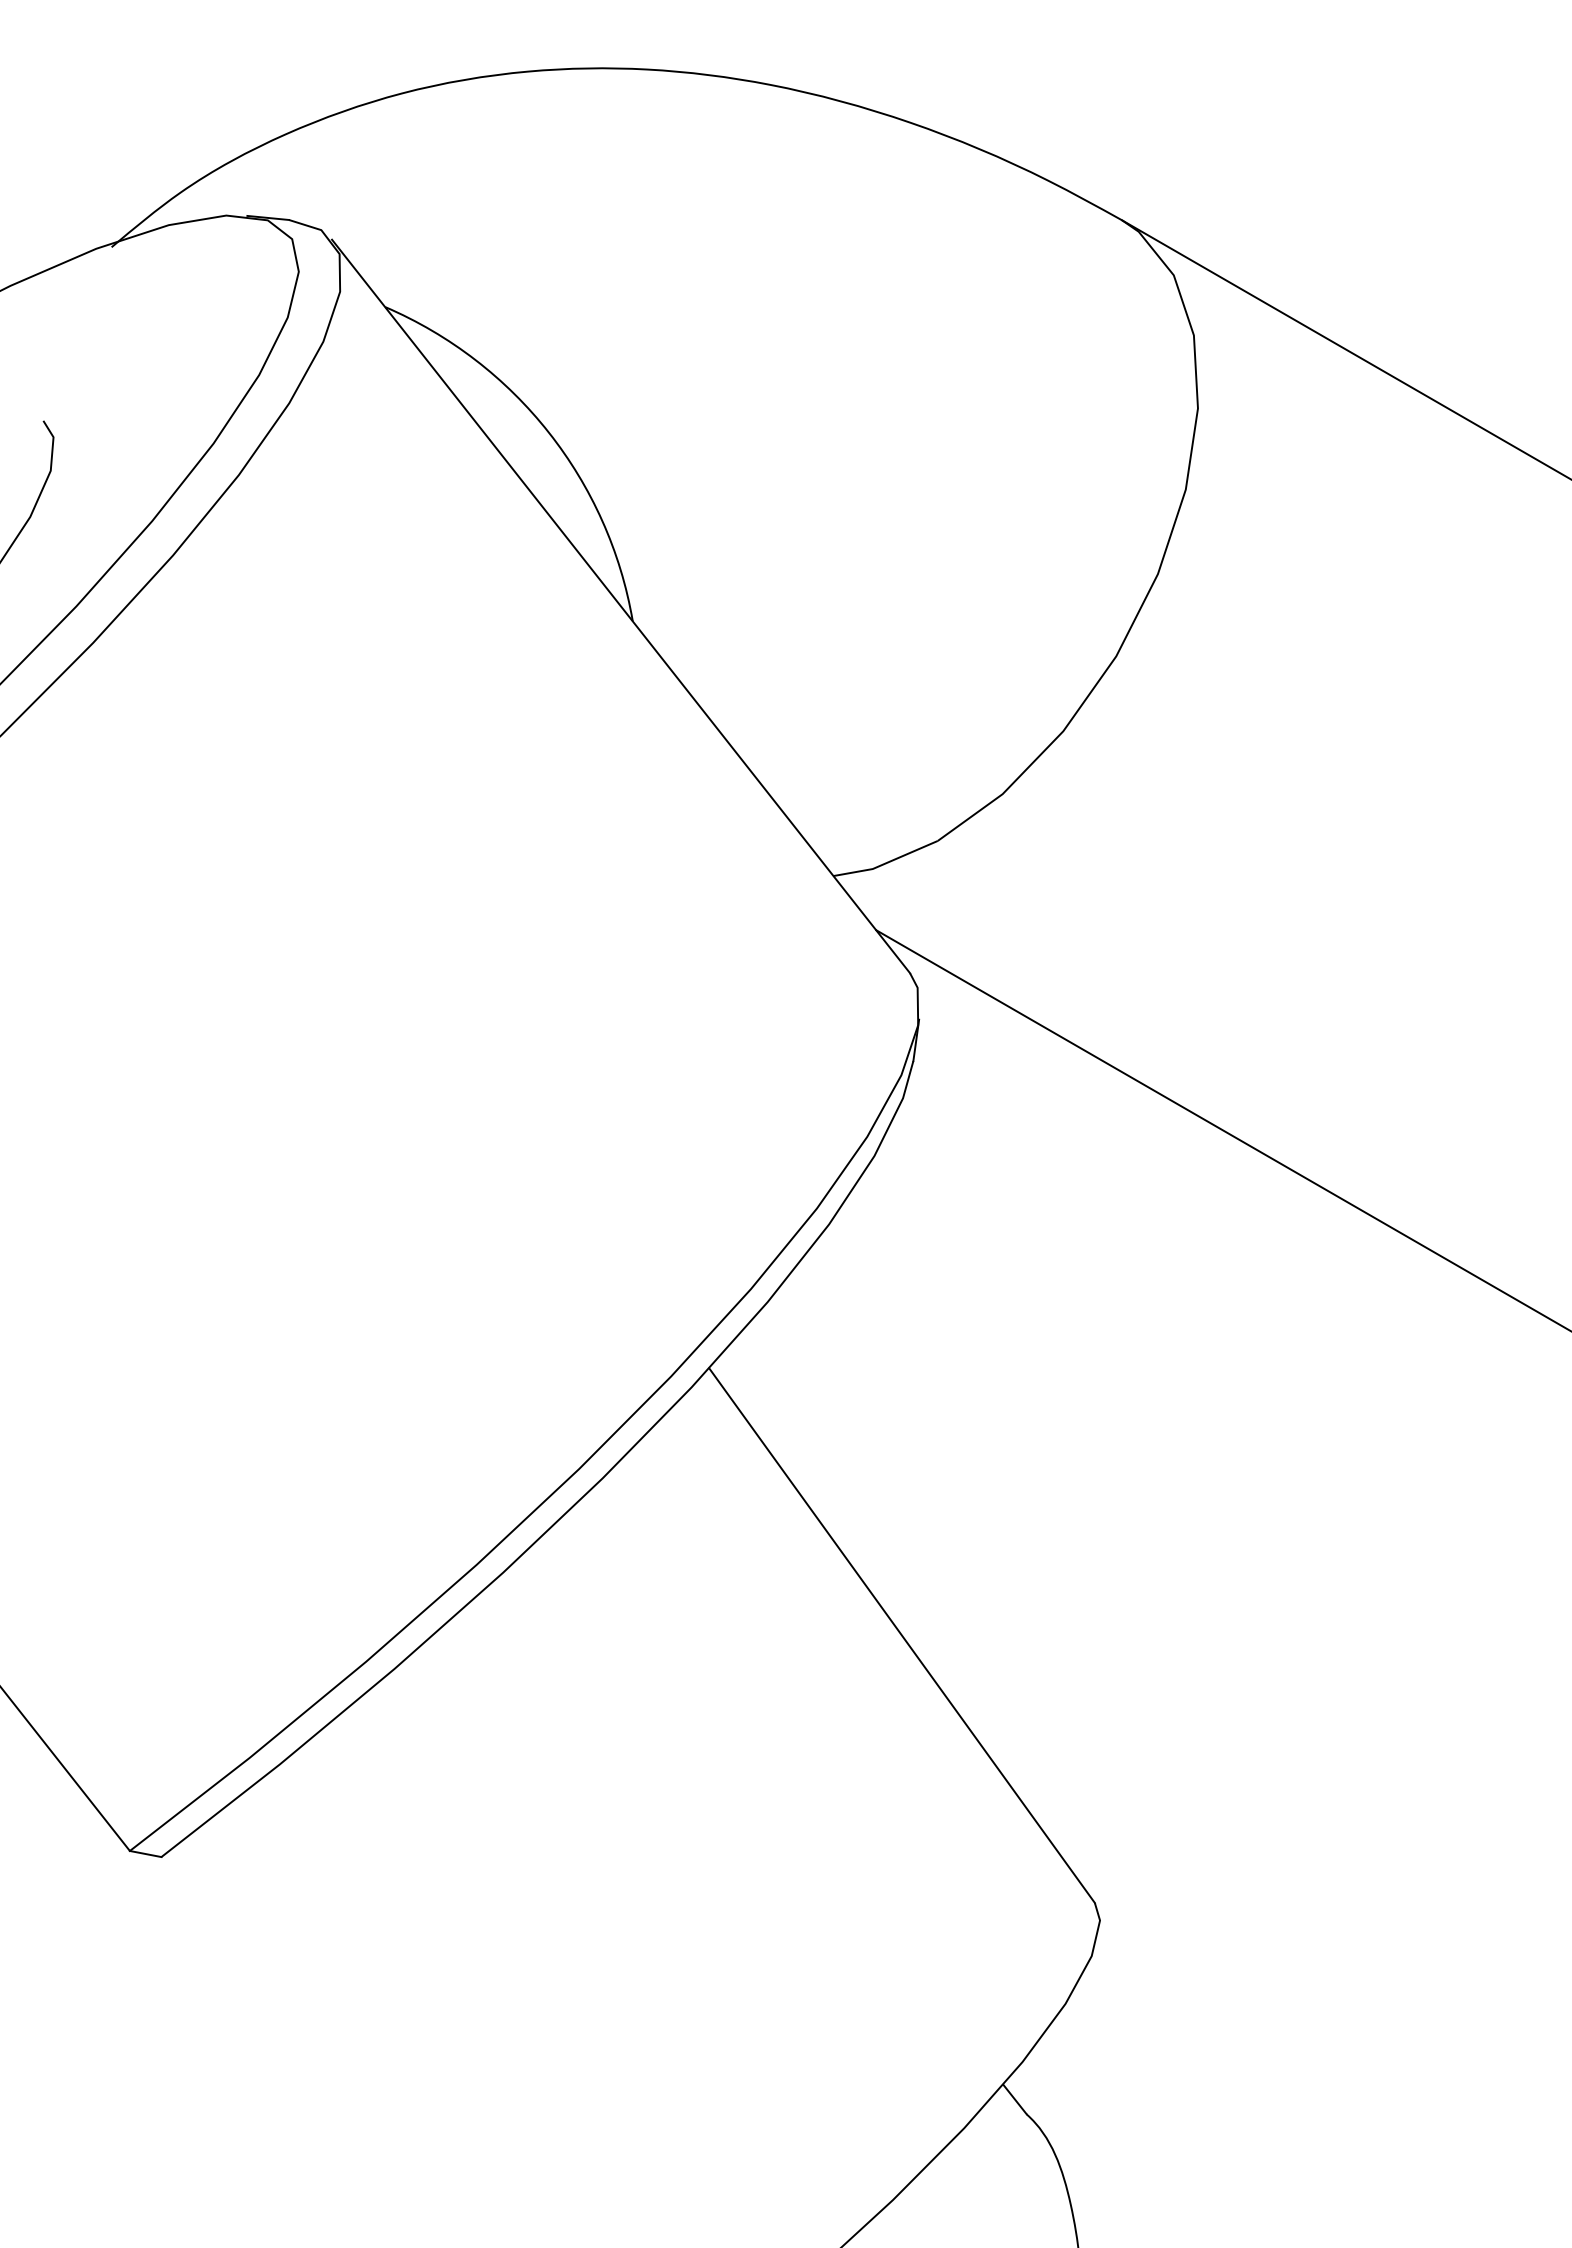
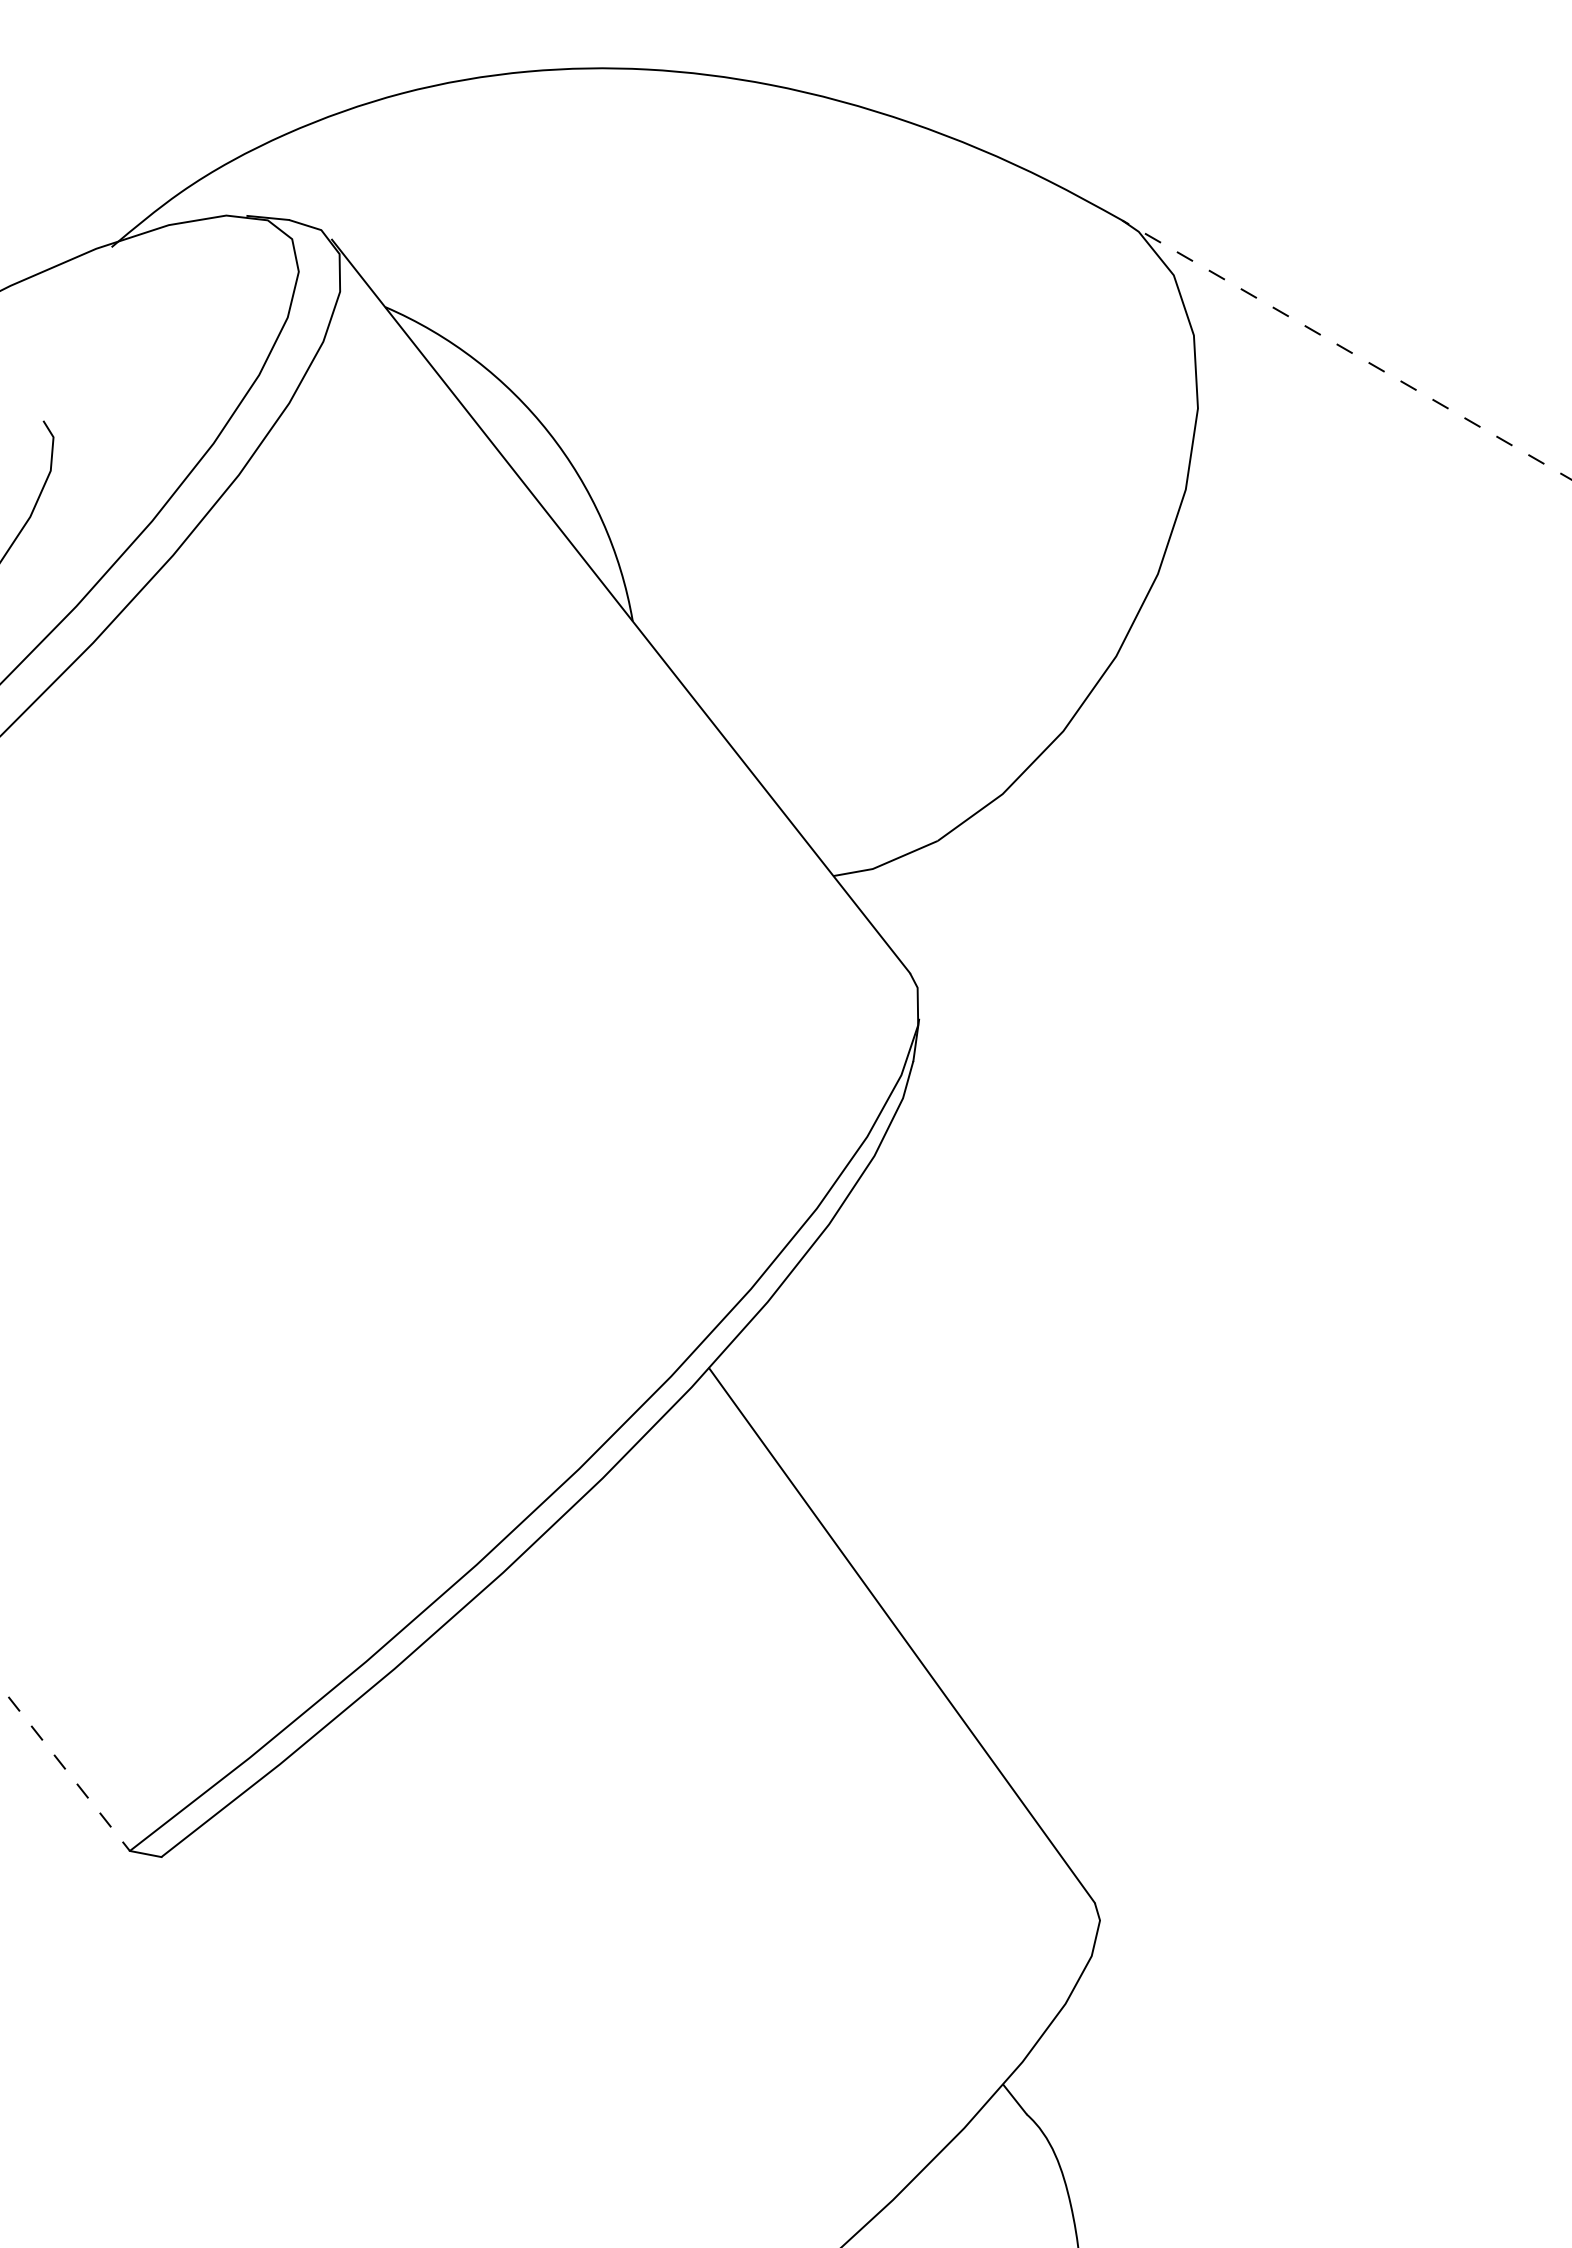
line at (1346, 349): solid -> dashed
line at (1222, 1130): present -> none
line at (65, 1769): solid -> dashed
